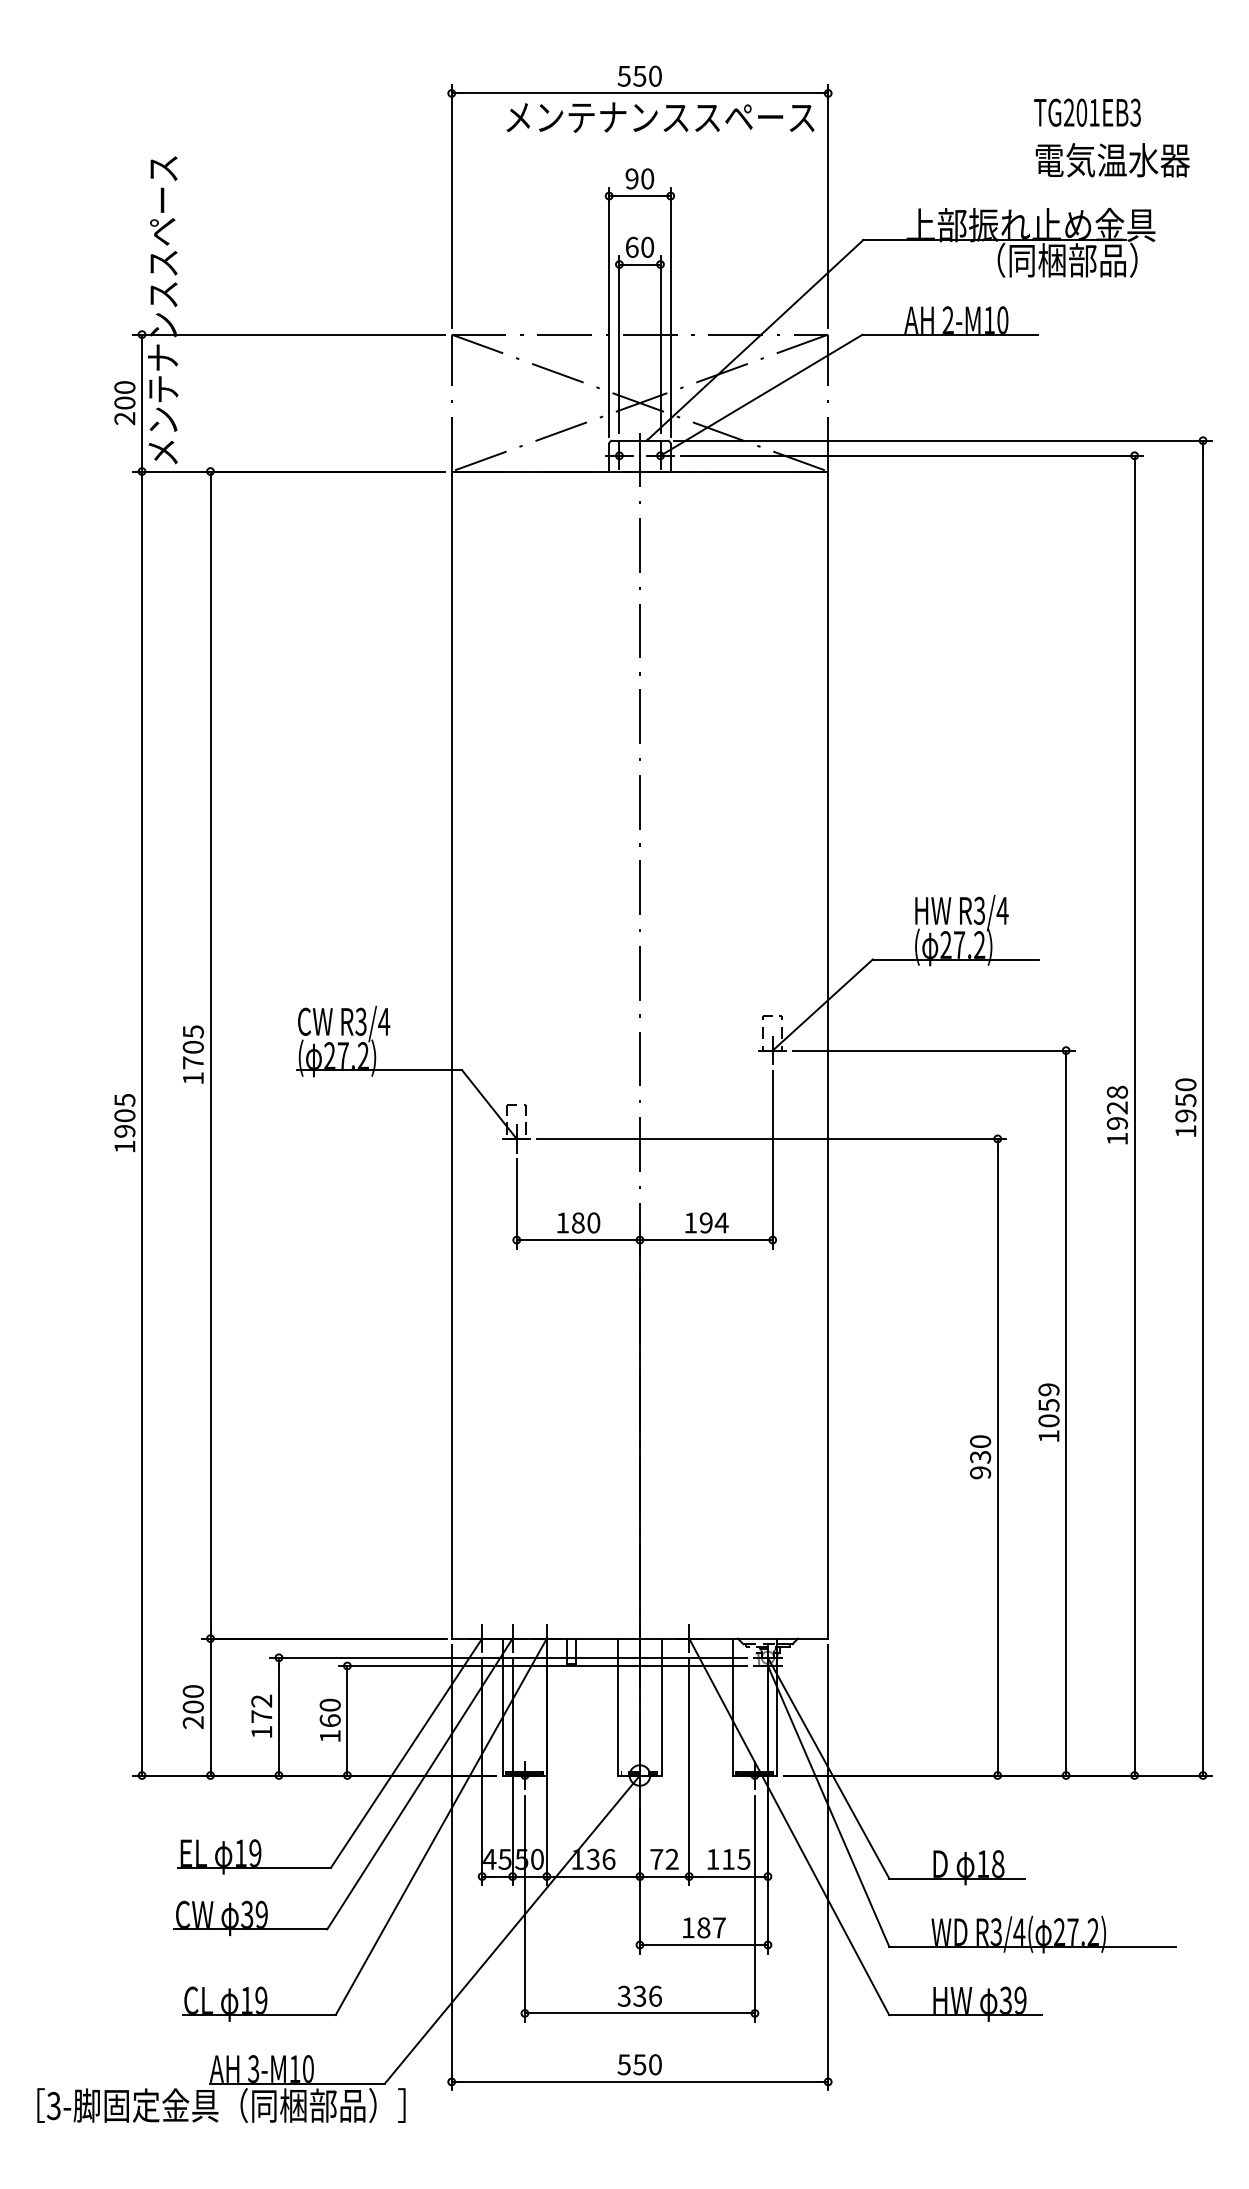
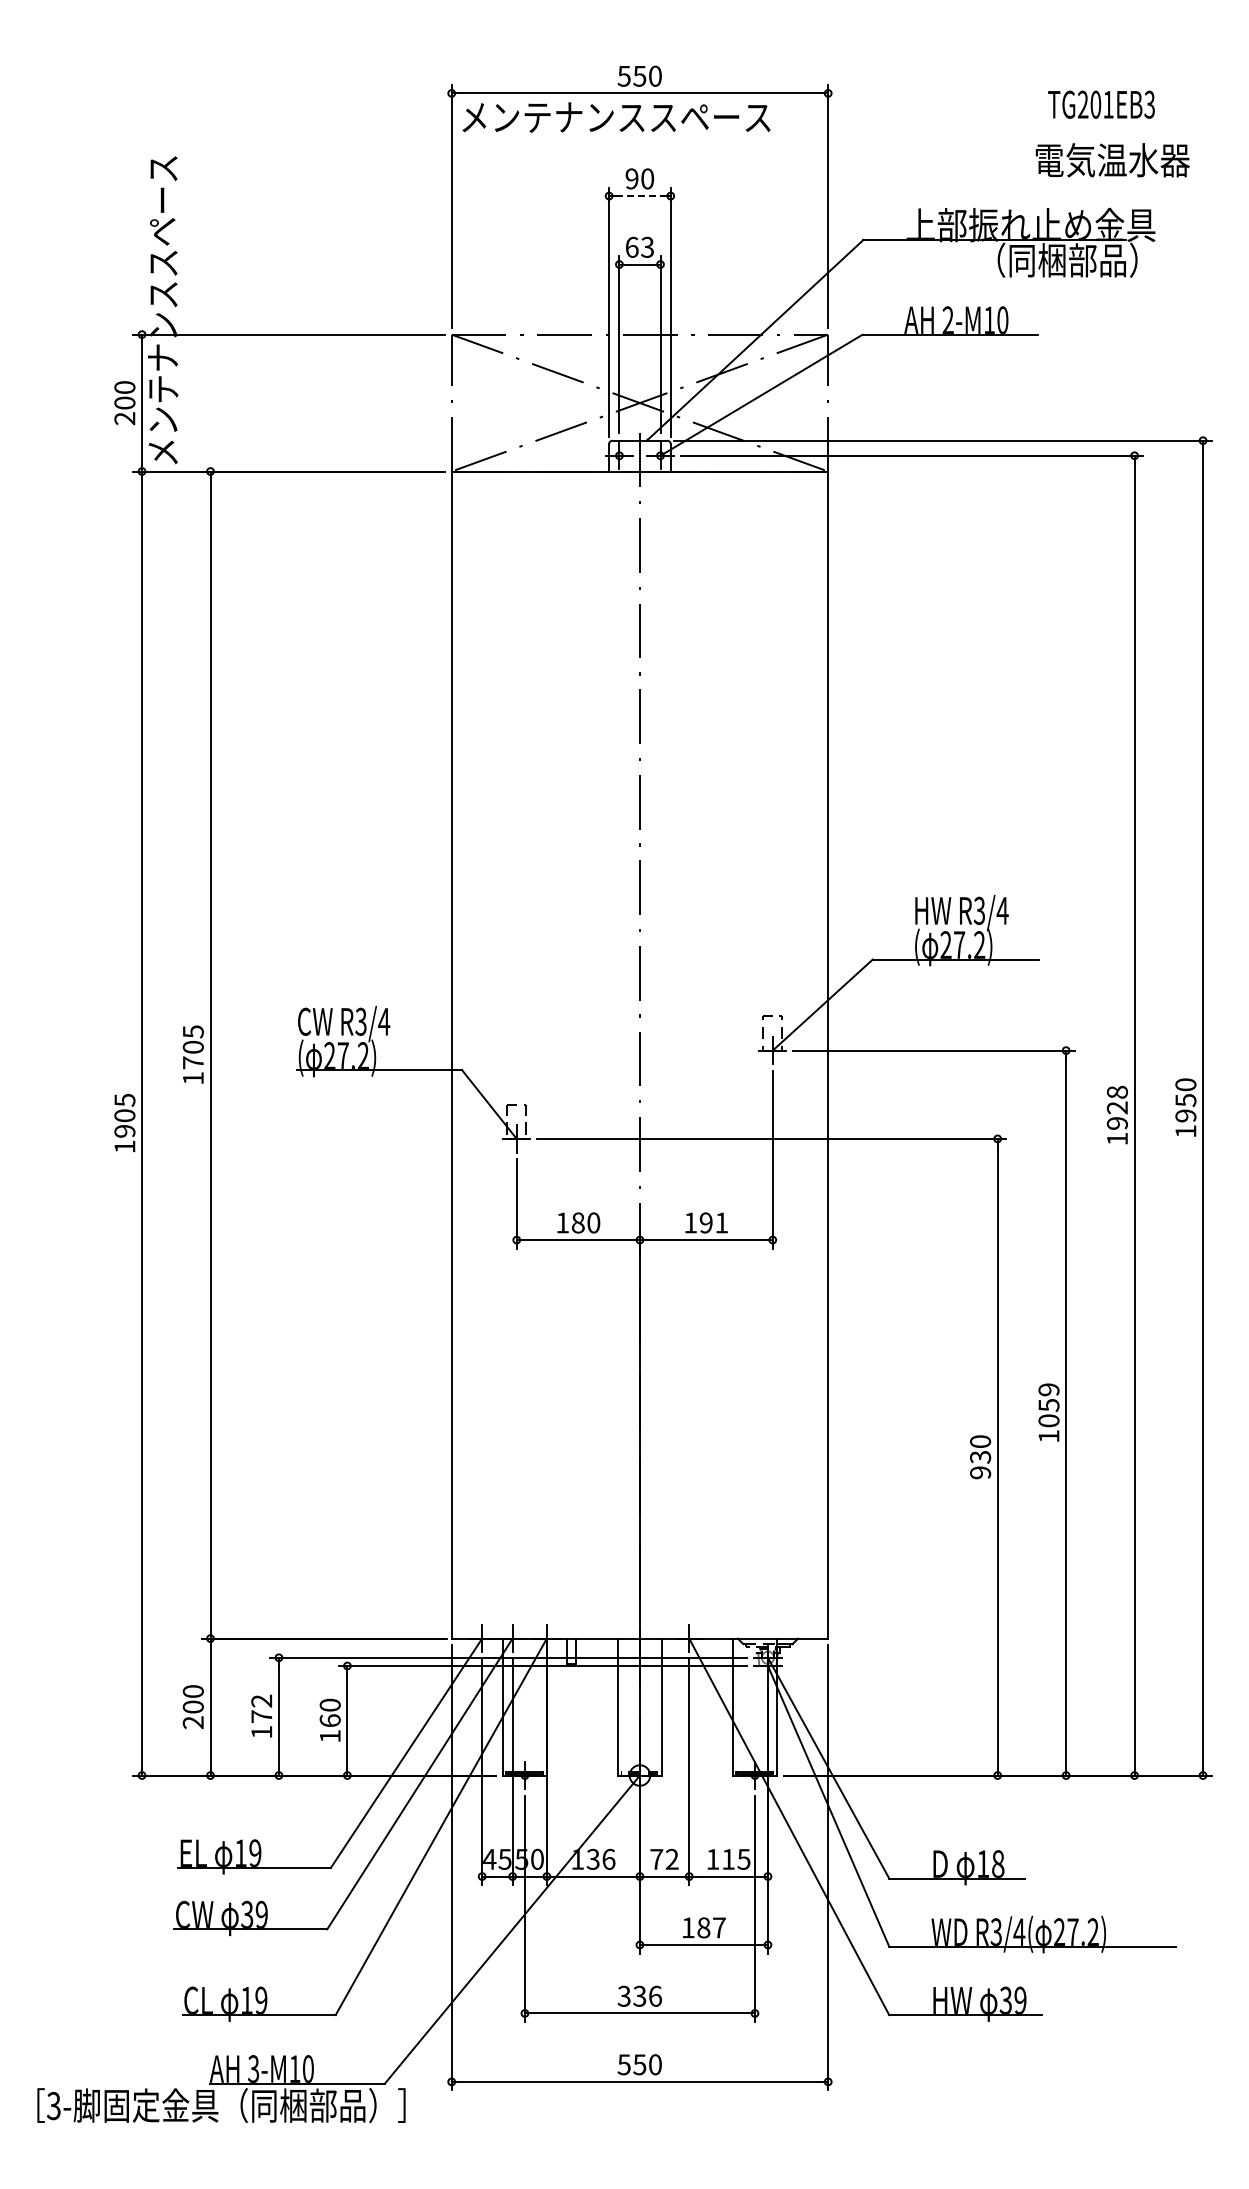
text at (1087, 112) position: (1087, 112) -> (1101, 104)
text at (660, 117) position: (660, 117) -> (616, 117)
line at (639, 196): solid -> dashed
text at (647, 247): 60 -> 63
text at (721, 1222): 194 -> 191
